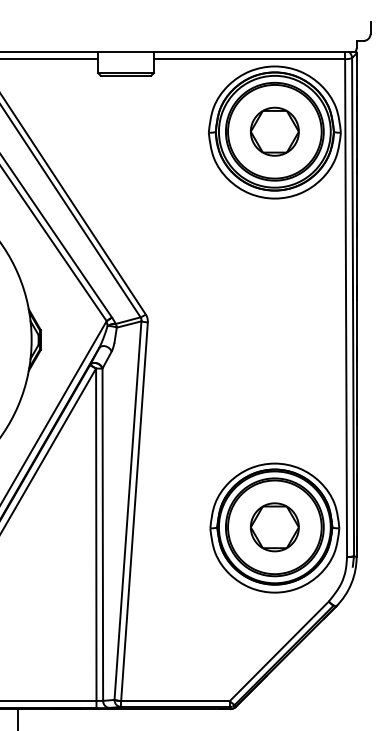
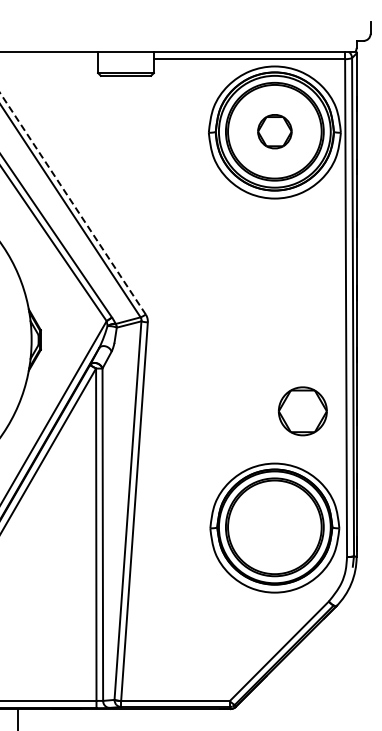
line at (50, 59): present -> none
part at (274, 131) size: 50x51 px -> 36x36 px
line at (72, 203): solid -> dashed
part at (274, 527) position: (274, 527) -> (302, 411)
